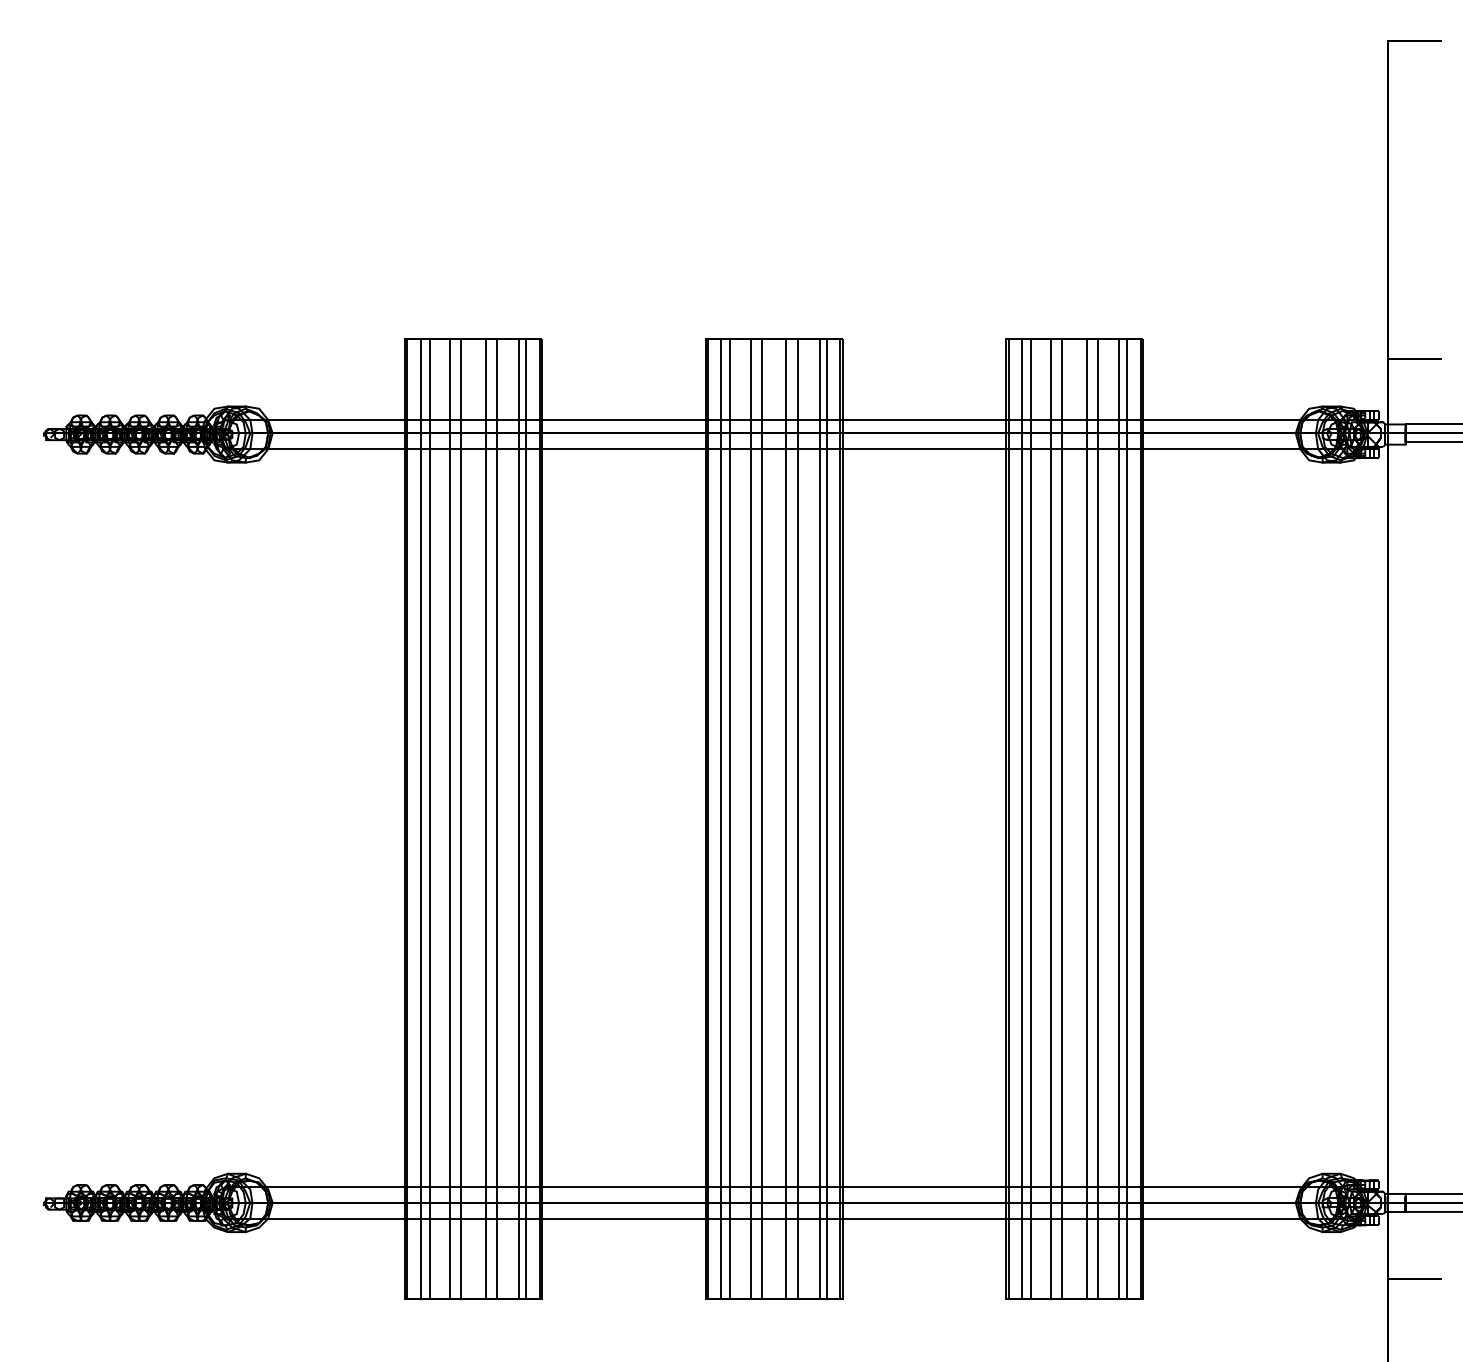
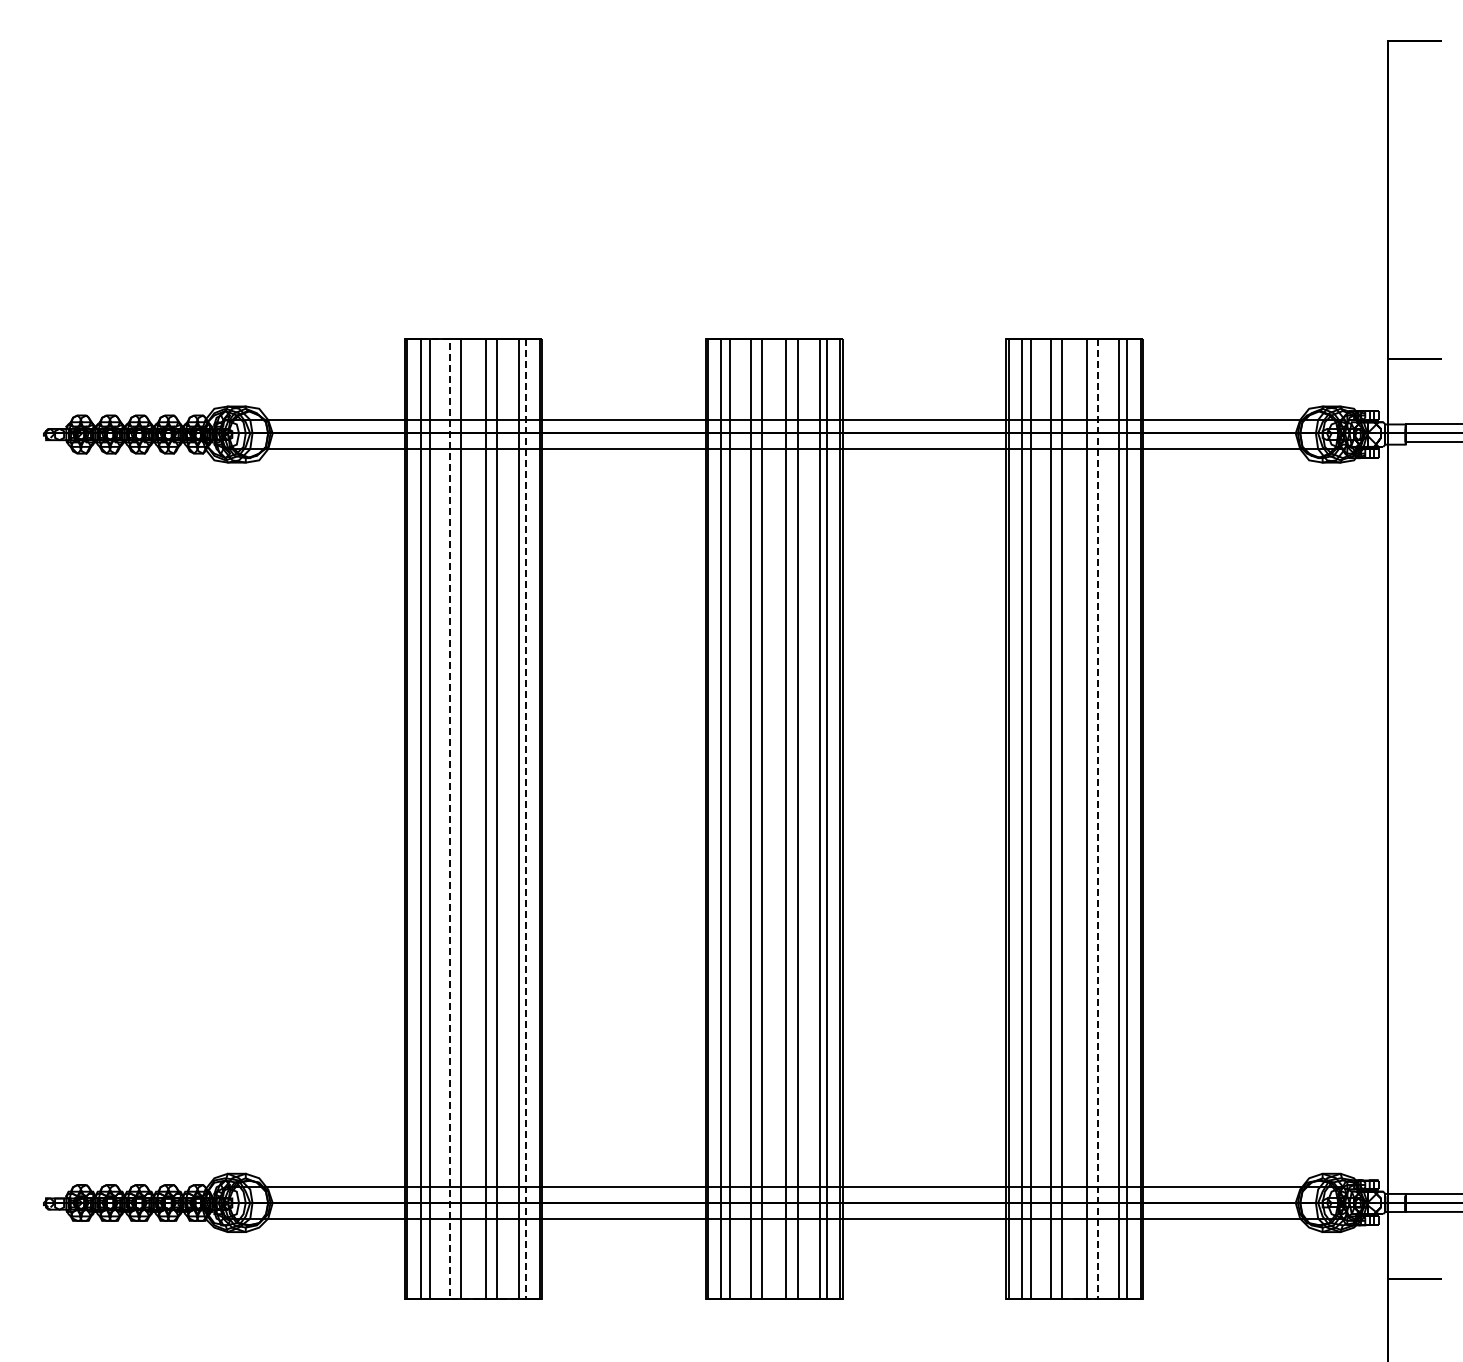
line at (449, 822): solid -> dashed
line at (526, 834): solid -> dashed
line at (1098, 837): solid -> dashed
